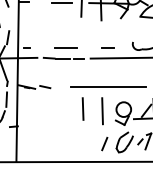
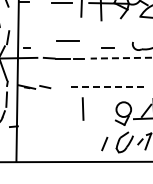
line at (65, 47) position: (65, 47) -> (67, 40)
line at (121, 58): solid -> dashed
line at (109, 87): solid -> dashed
line at (102, 111): present -> none
